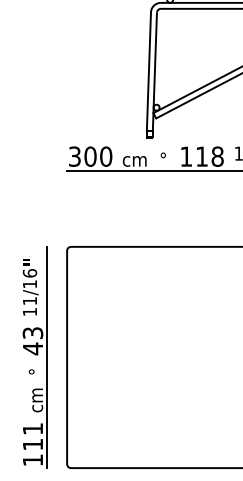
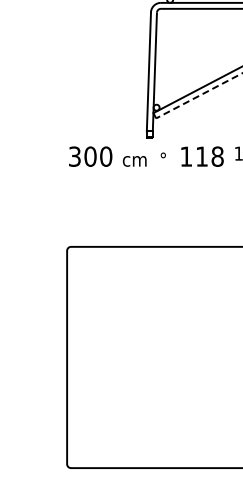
line at (199, 95): solid -> dashed
line at (153, 171): present -> none
part at (34, 357): present -> none
